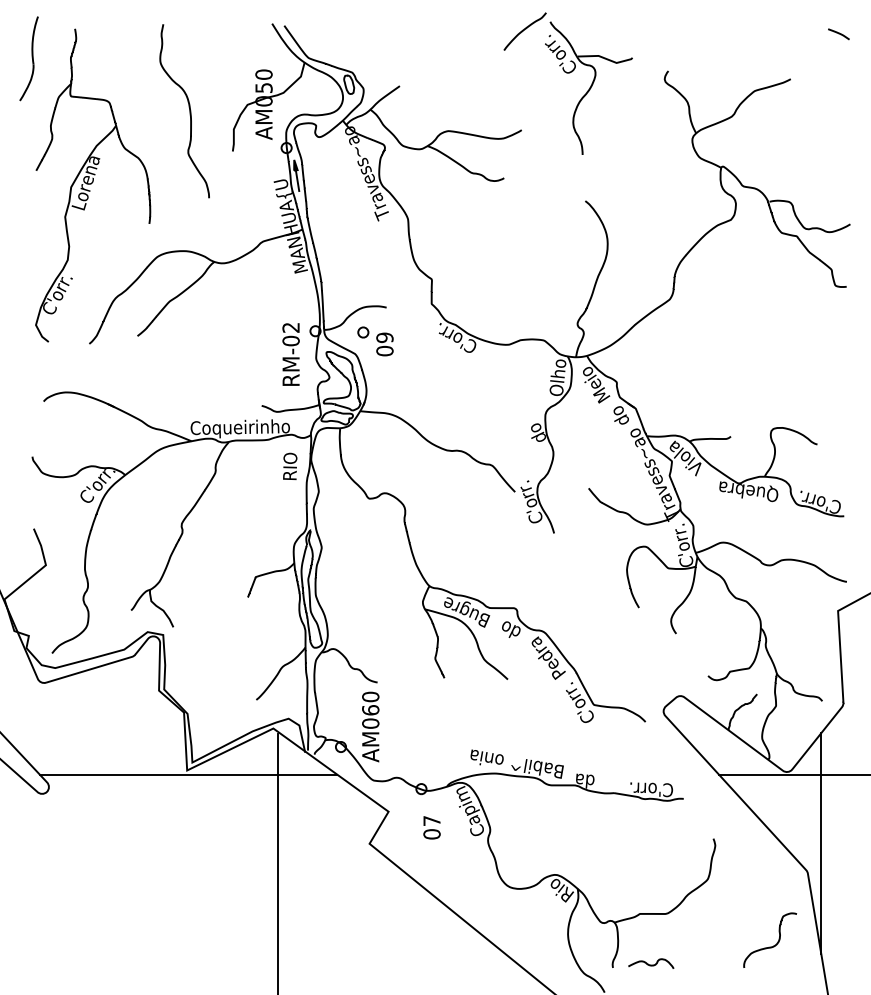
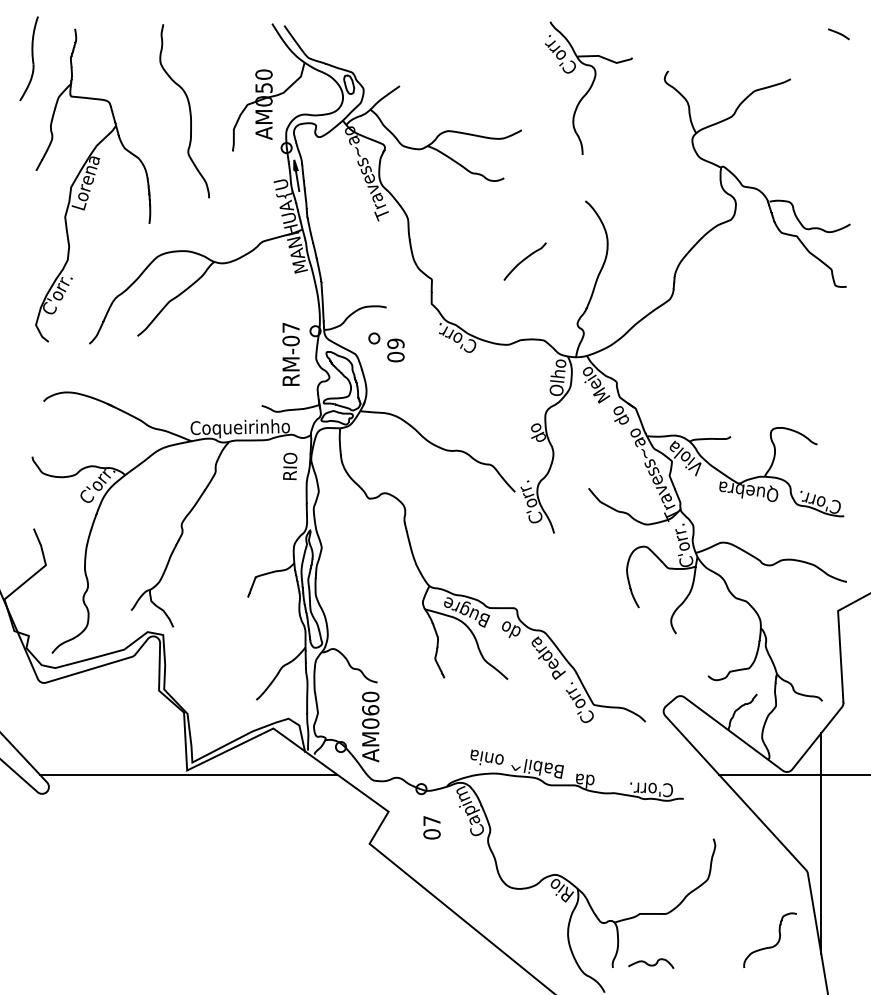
curve at (524, 30) position: (524, 30) -> (524, 260)
text at (290, 327): RM-02 -> RM-07
part at (375, 341) position: (375, 341) -> (386, 347)
line at (277, 862): present -> none
